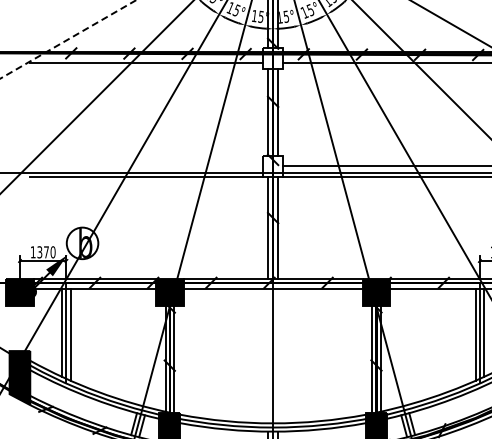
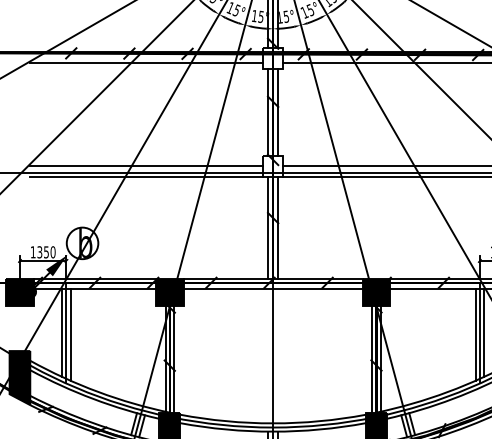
line at (69, 39): dashed -> solid
line at (146, 166): none -> present
text at (46, 252): 1370 -> 1350
